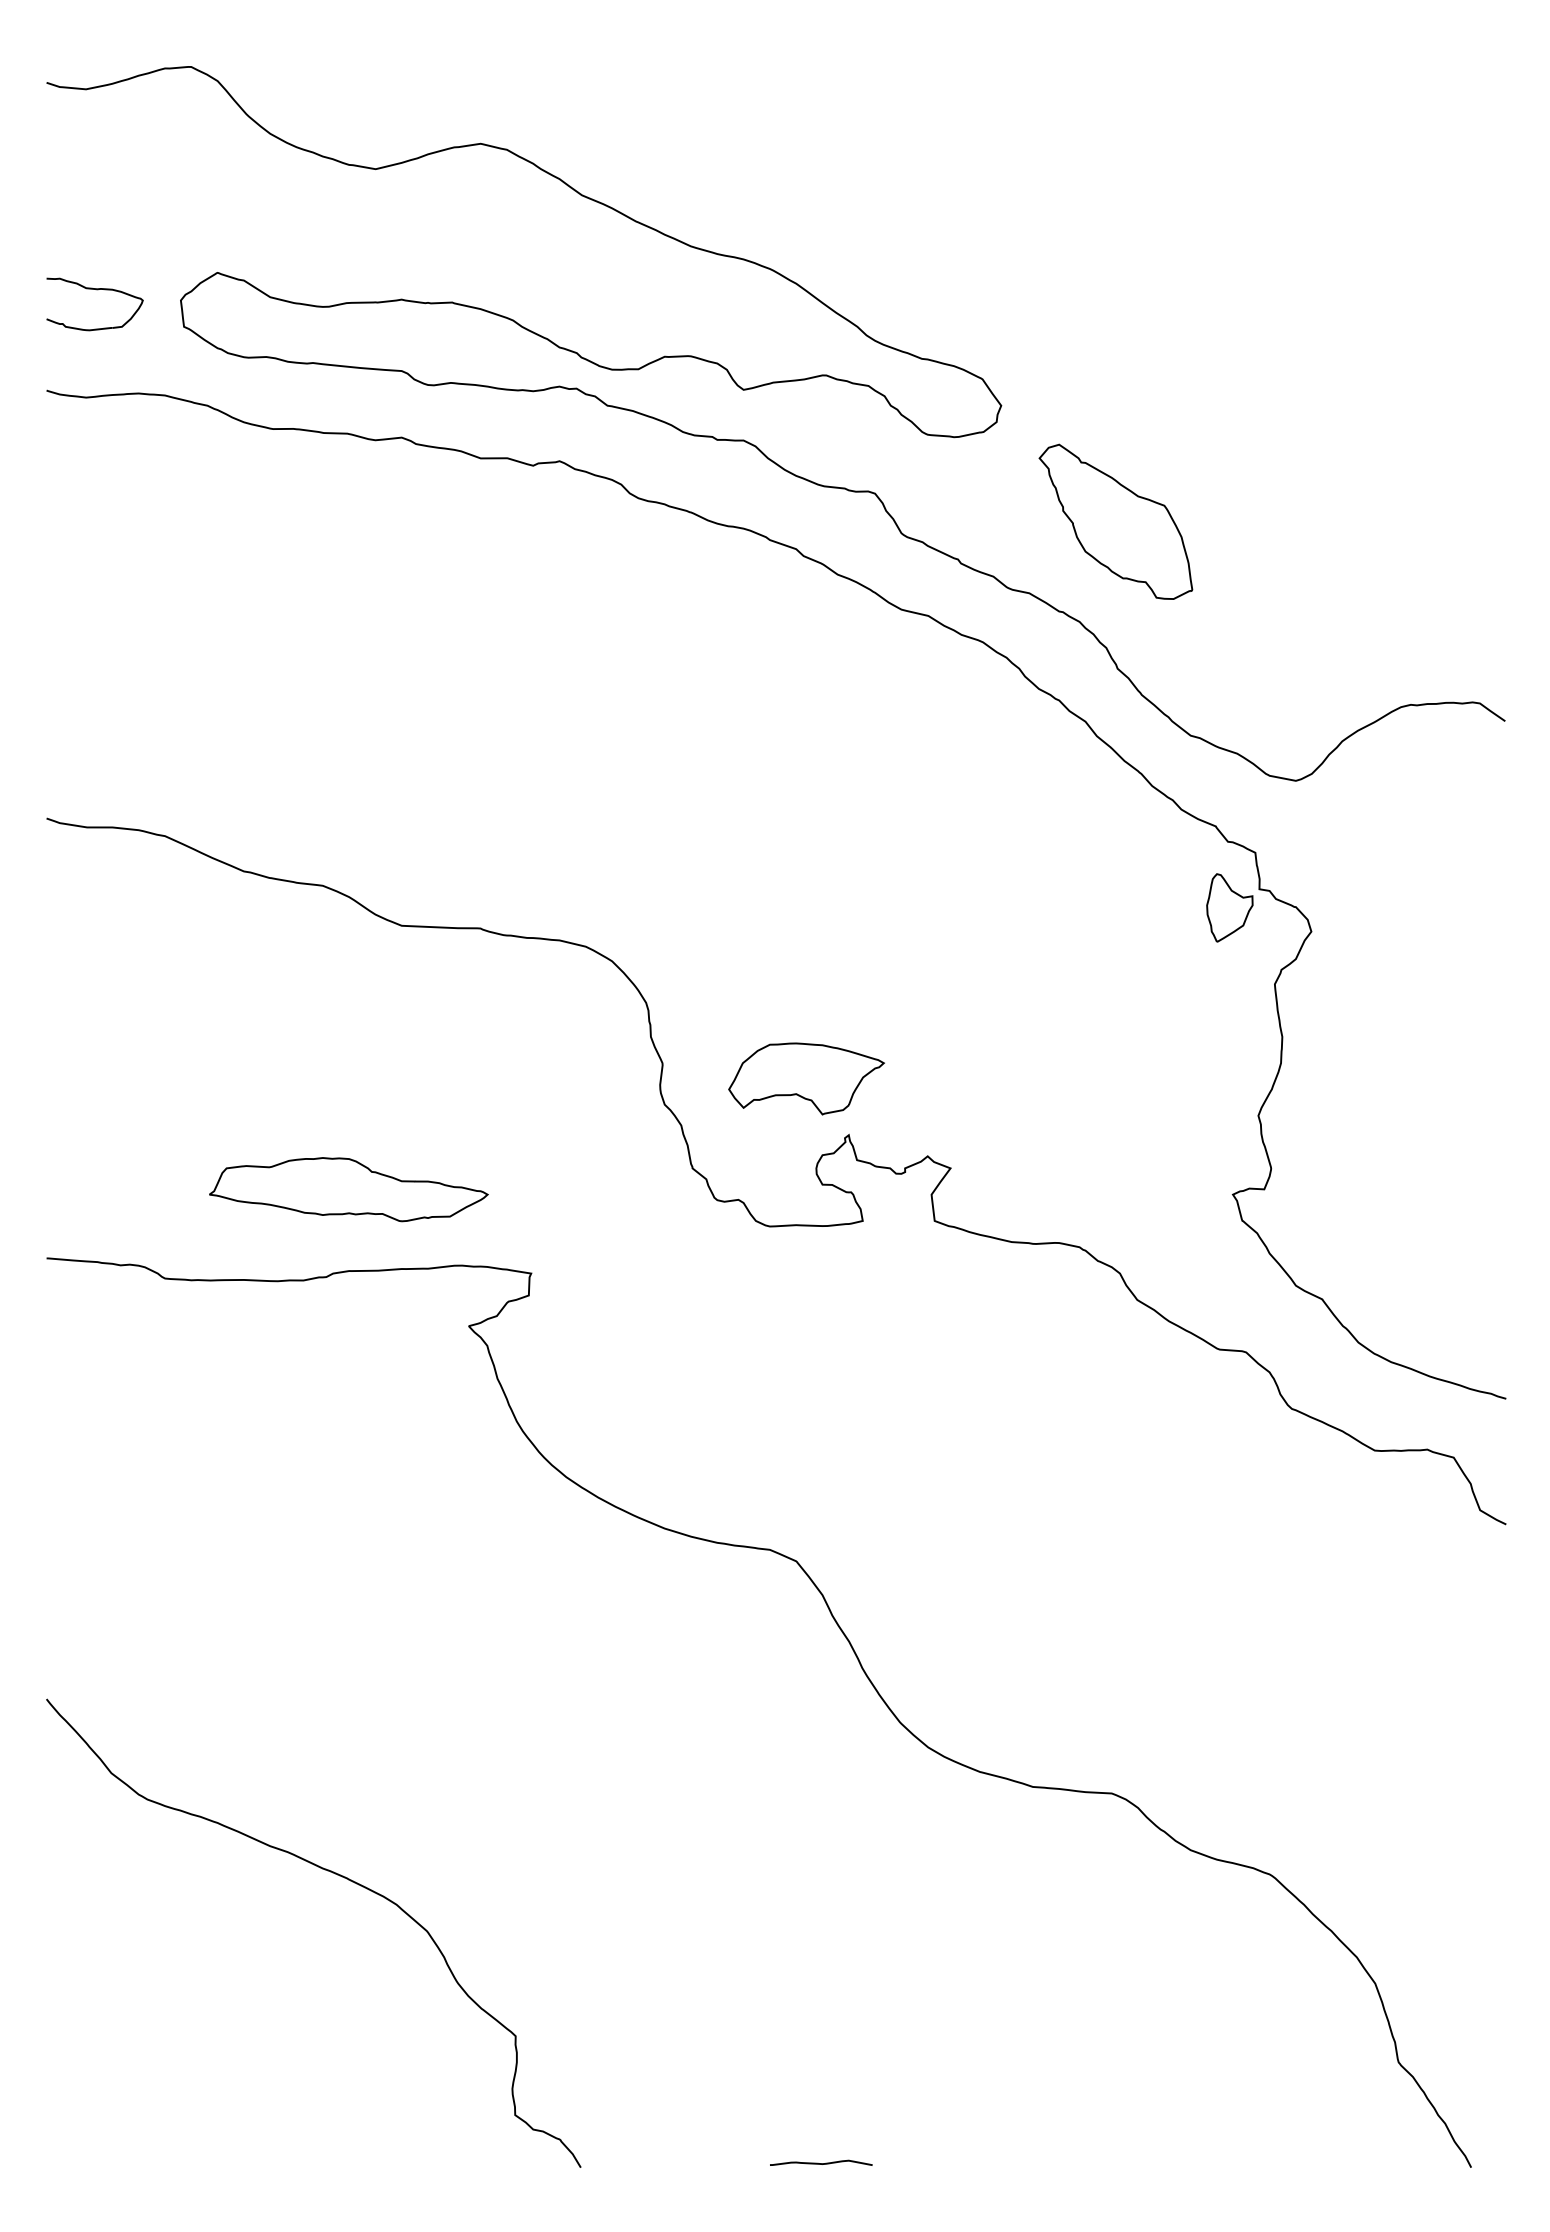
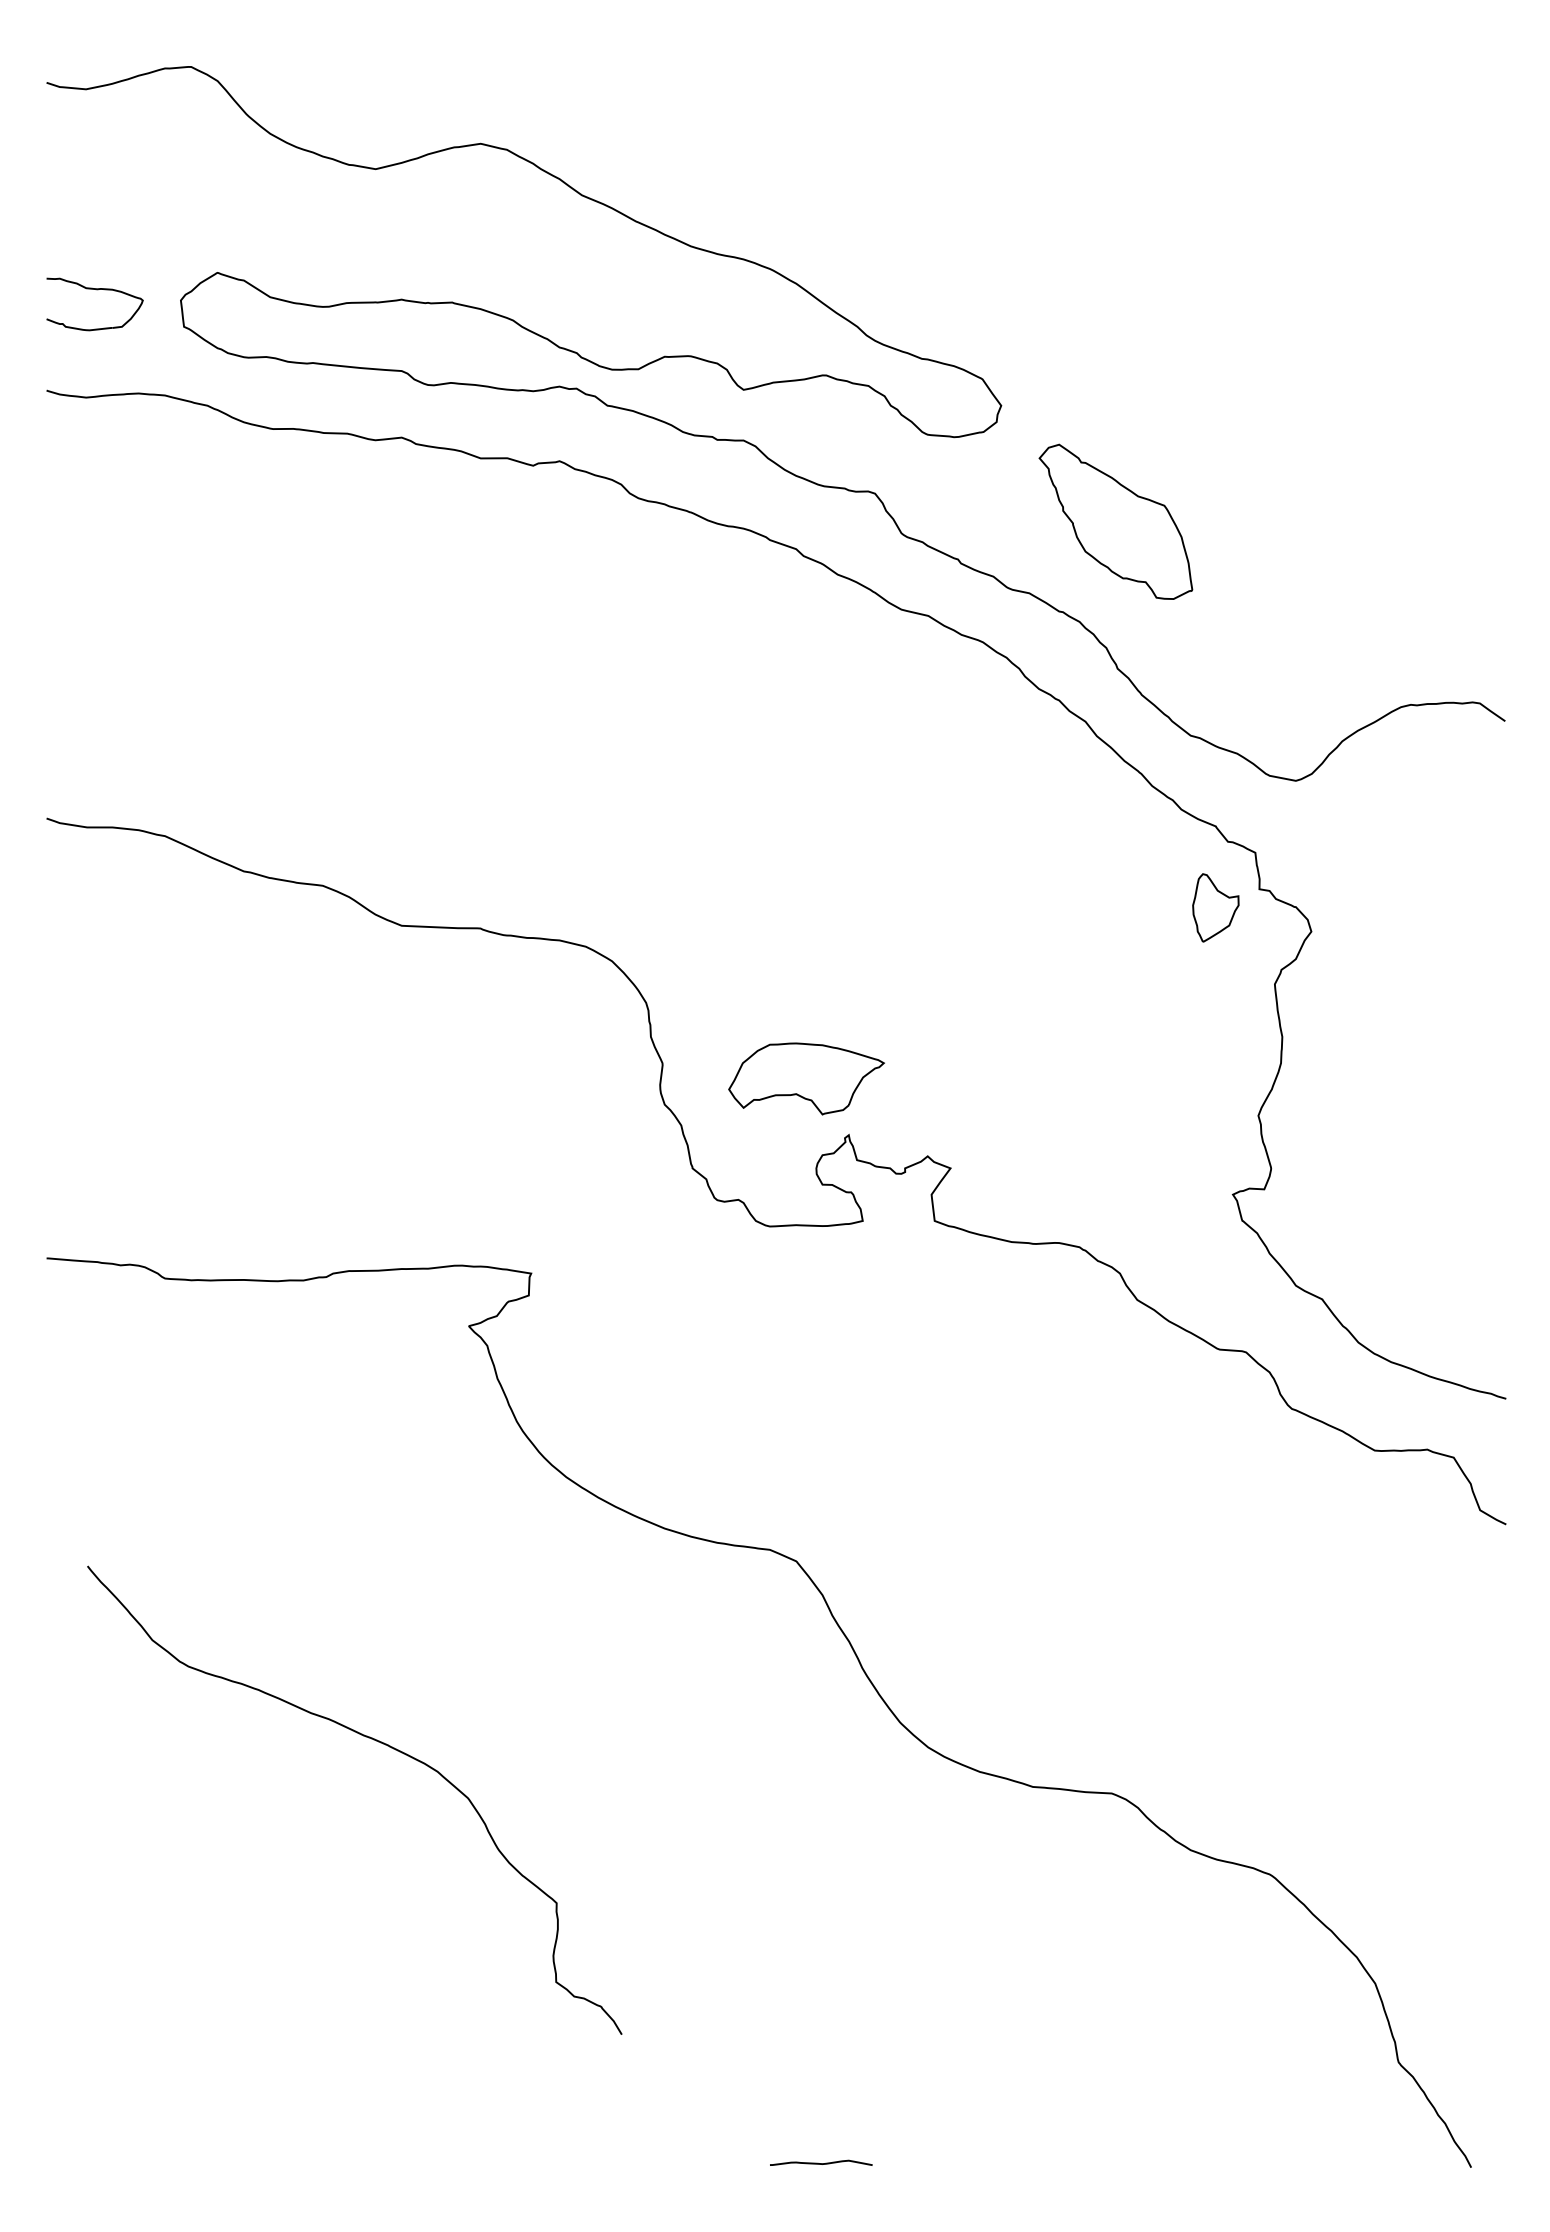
part at (1229, 907) position: (1229, 907) -> (1215, 907)
part at (348, 1189): present -> none
curve at (339, 1876) position: (339, 1876) -> (380, 1743)
